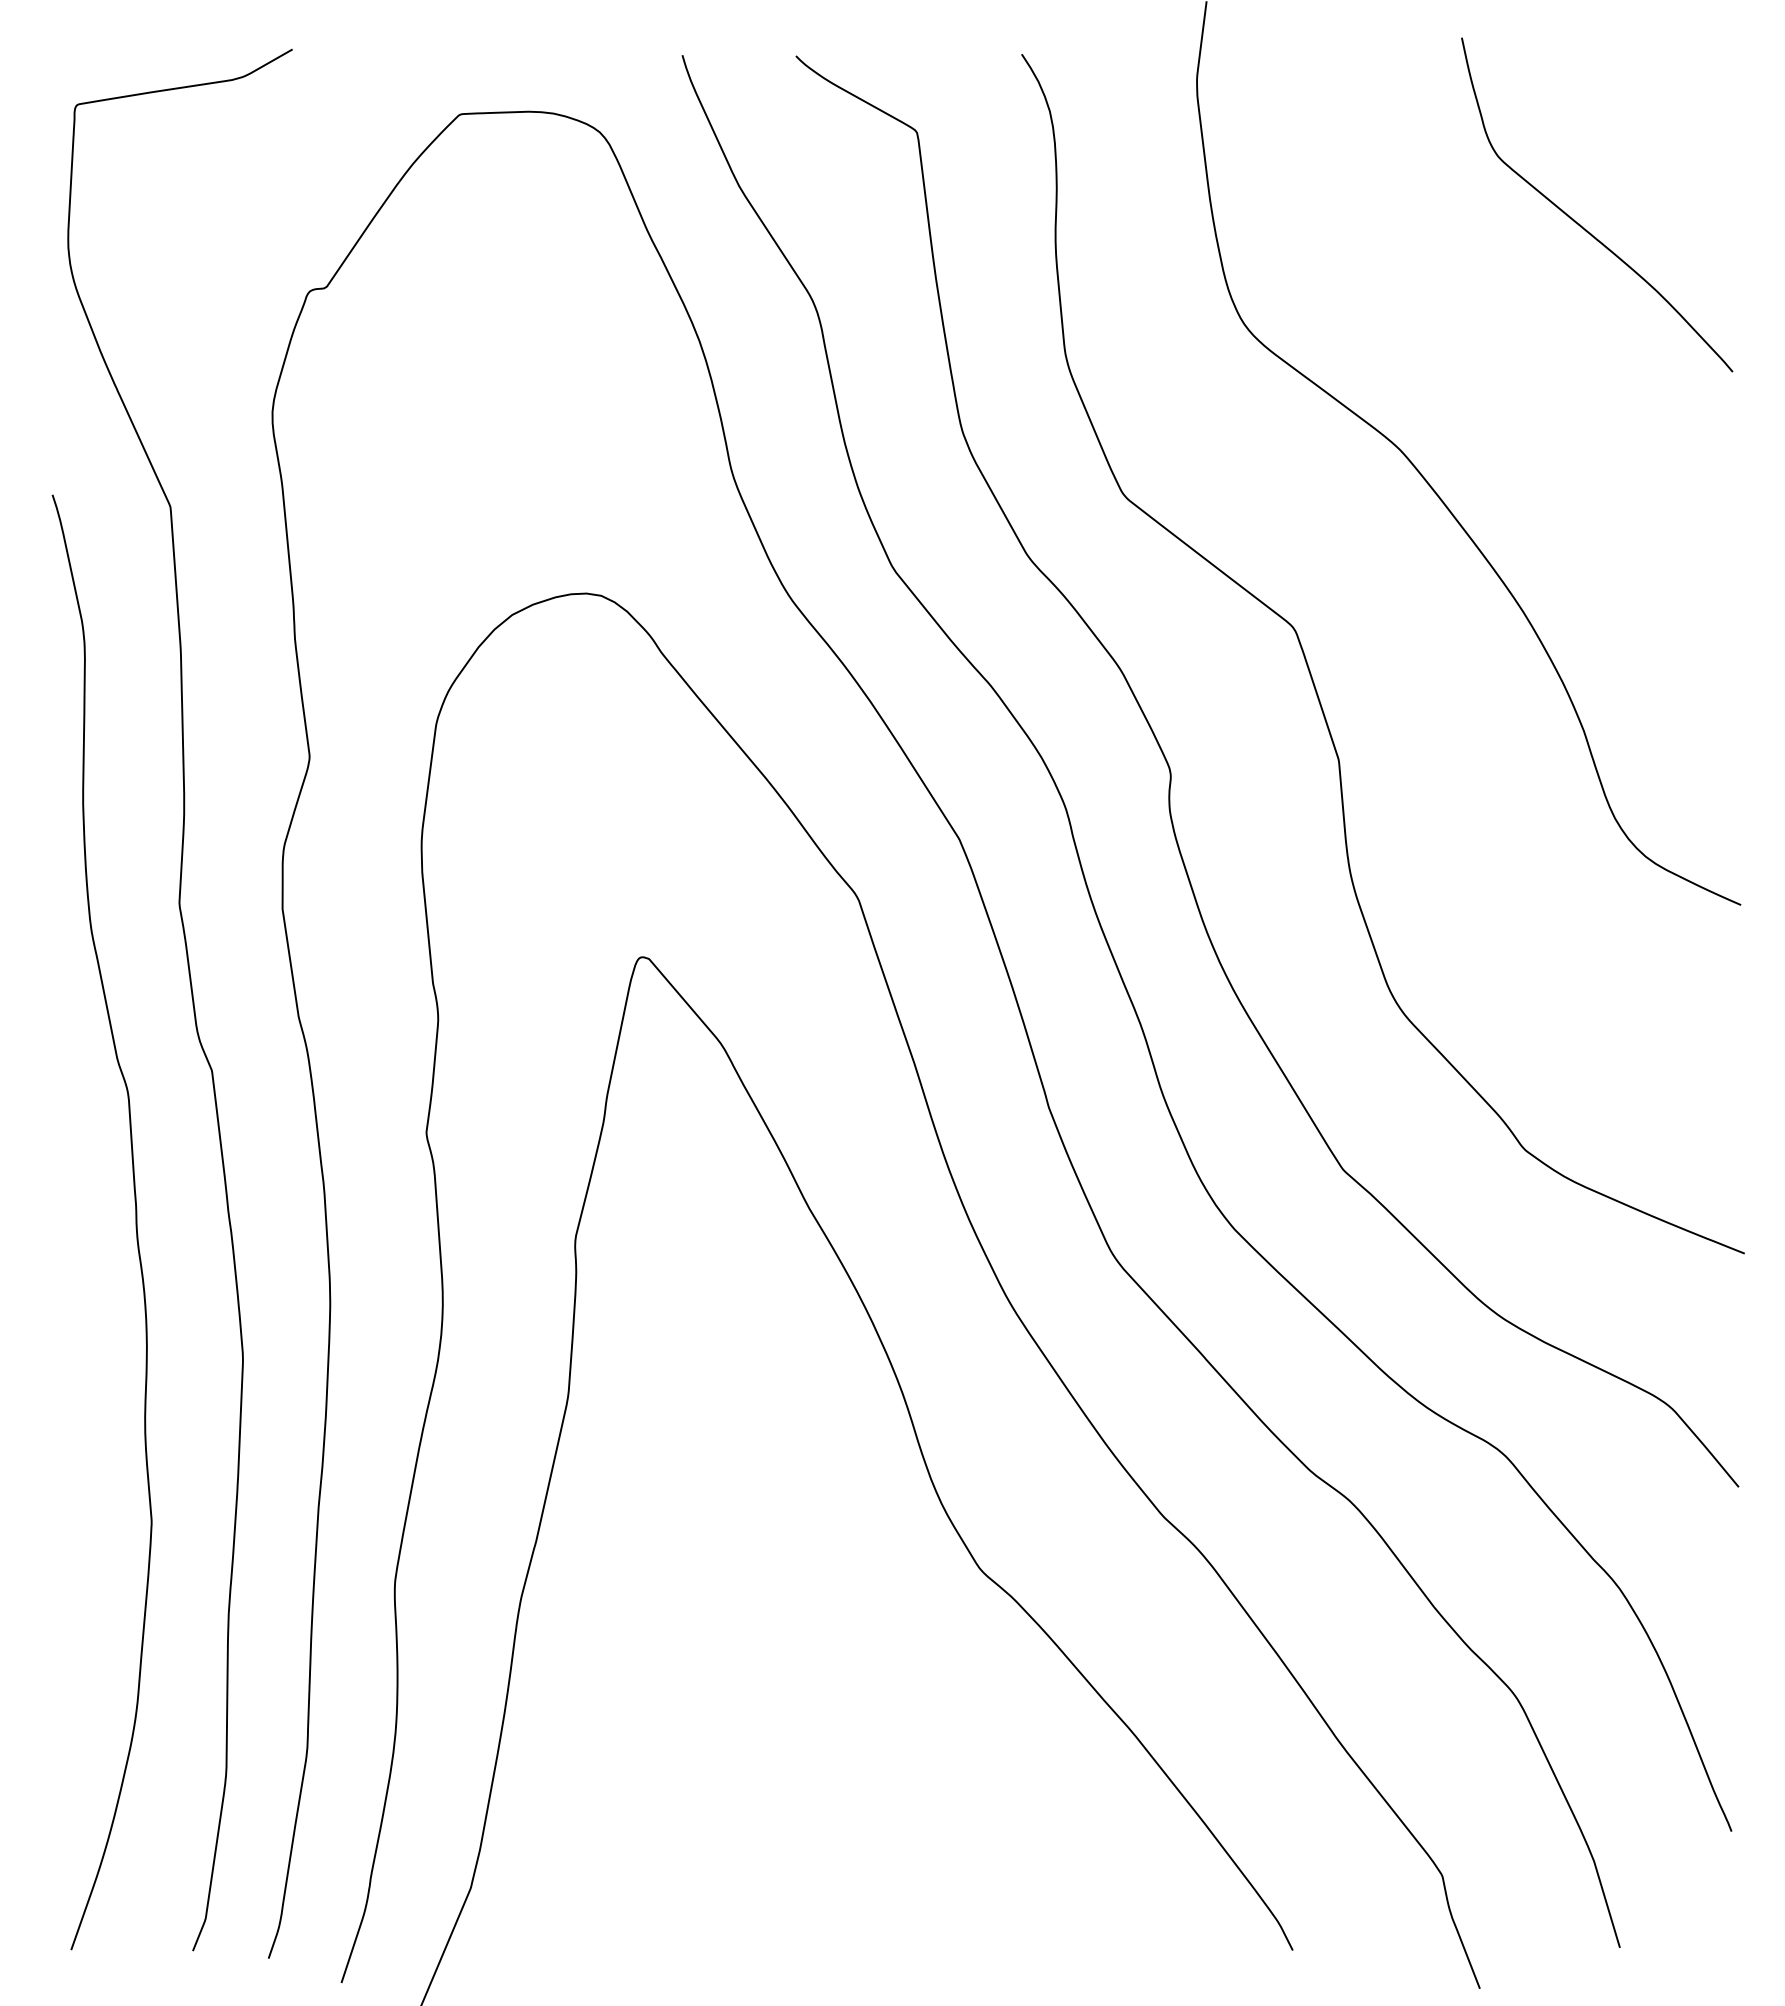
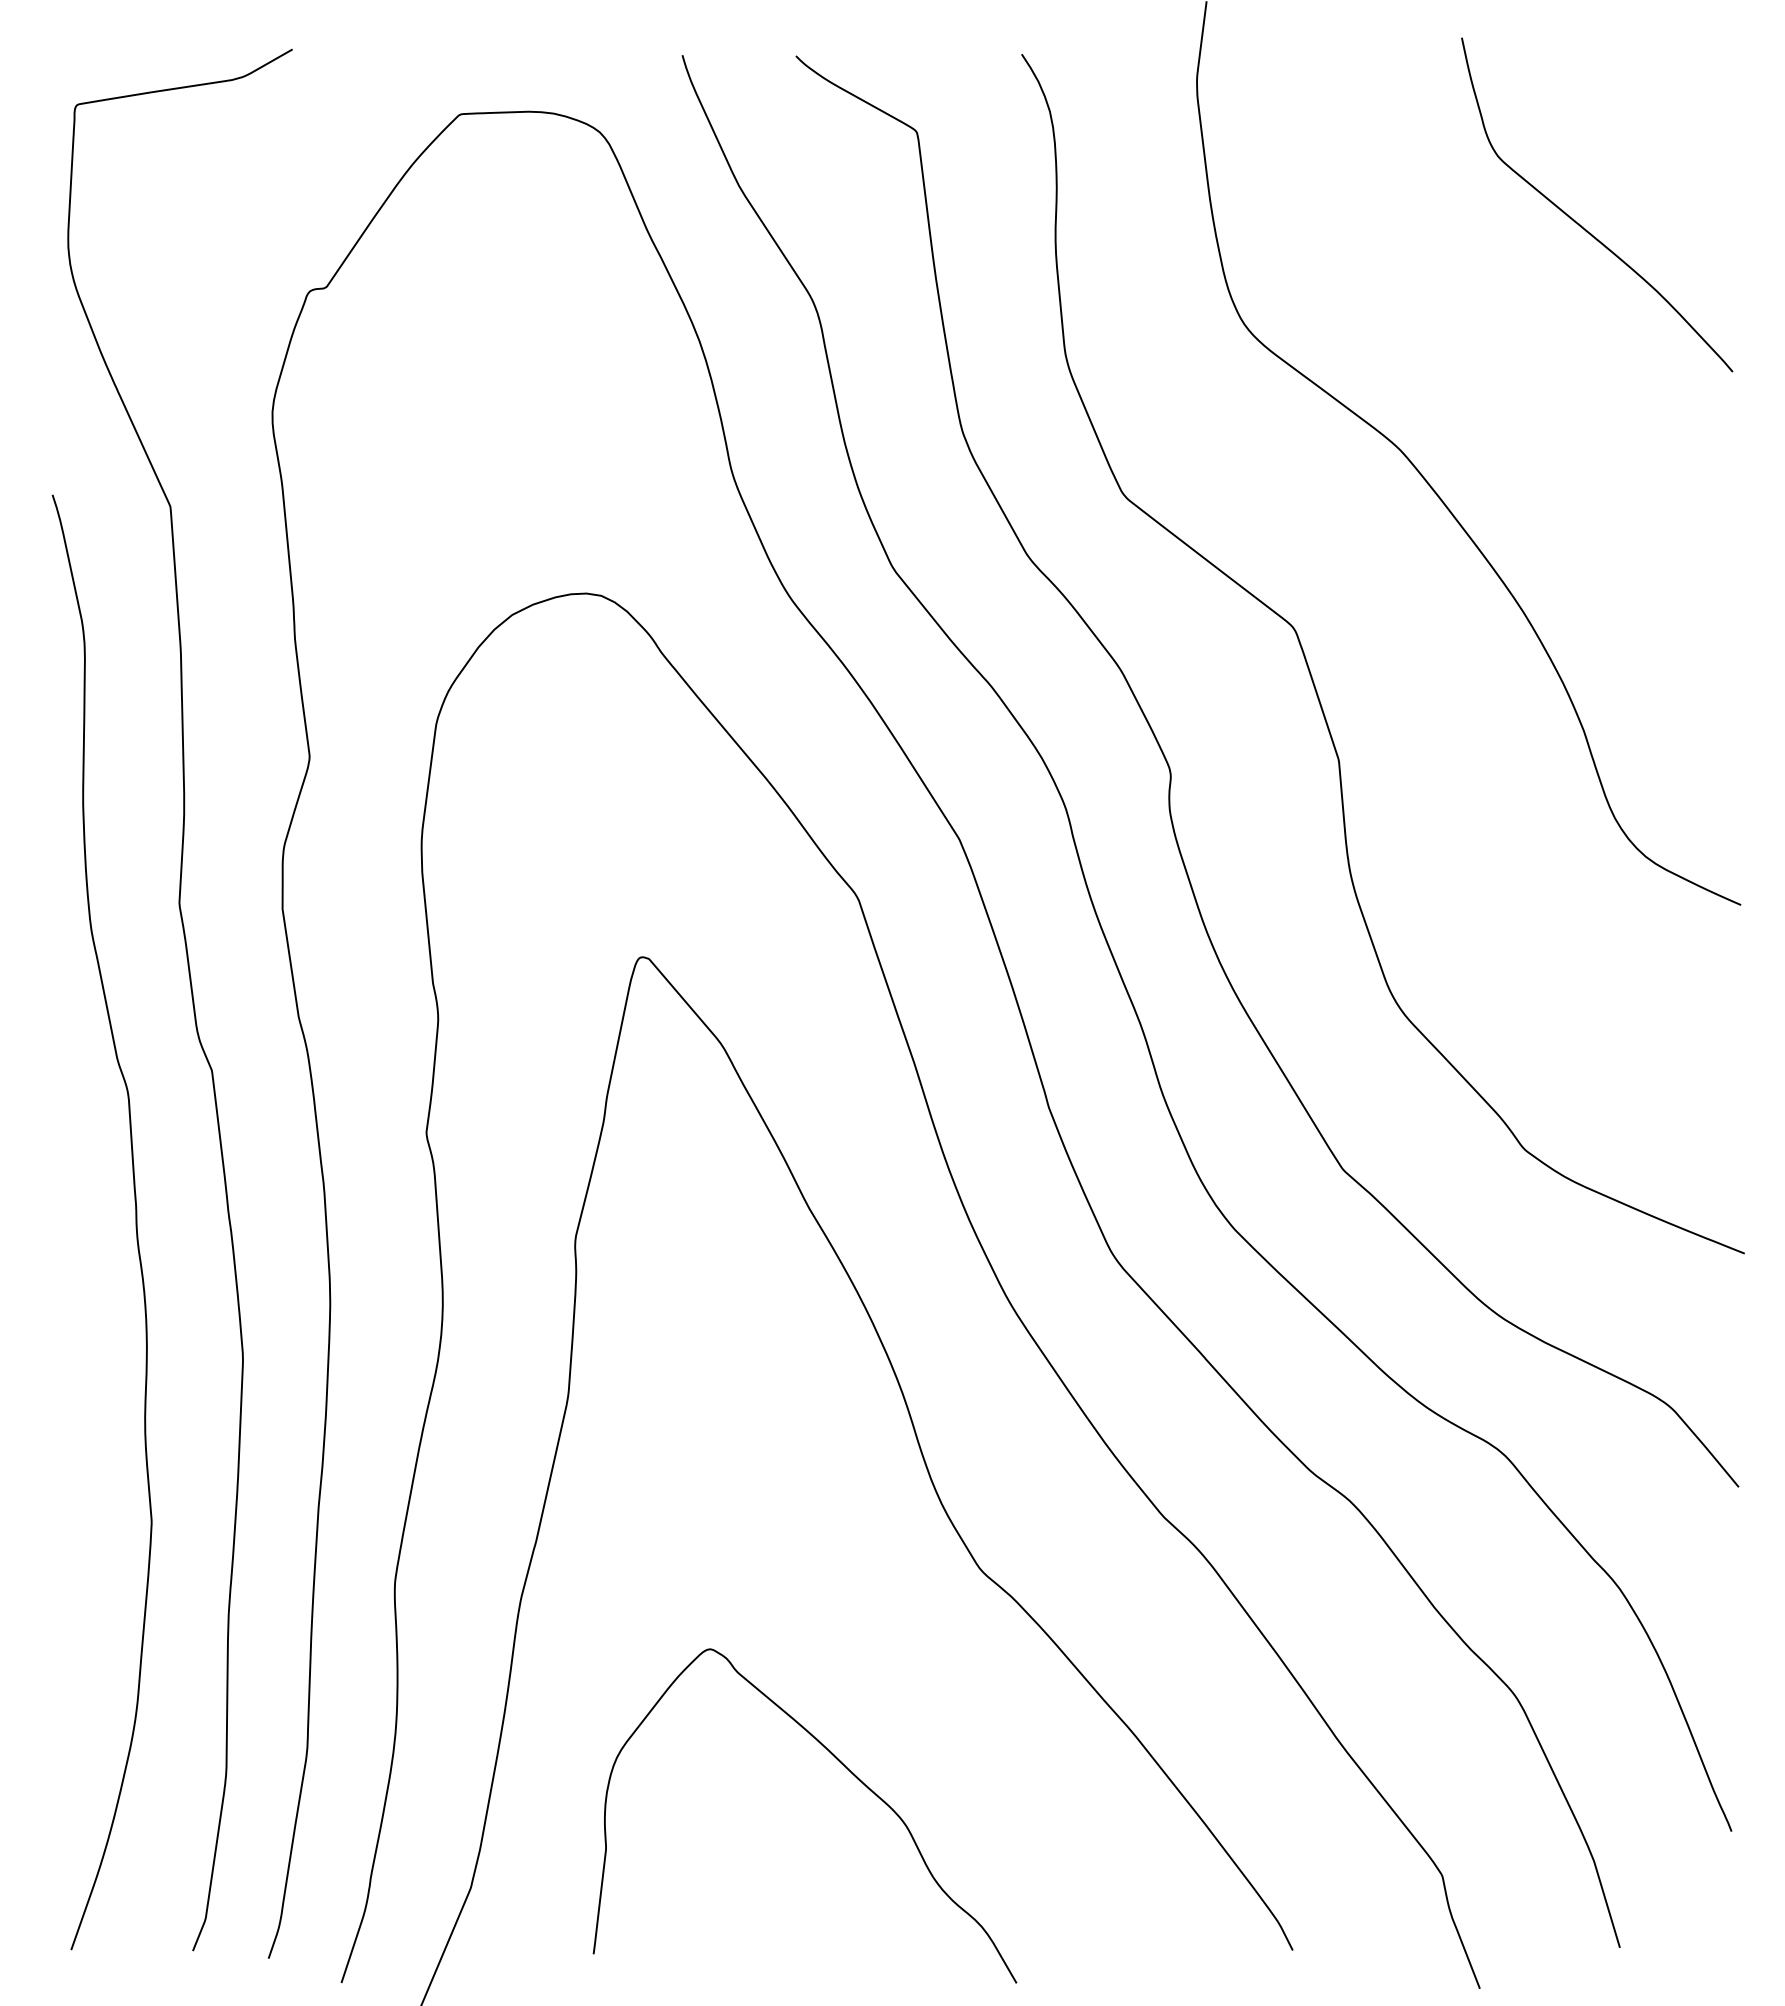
curve at (843, 1766): none -> present
